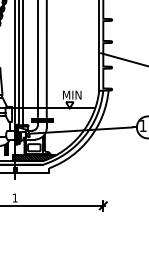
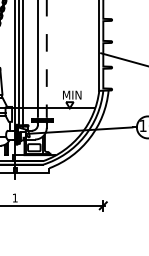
line at (46, 59): solid -> dashed
hatch at (33, 158): present -> none
